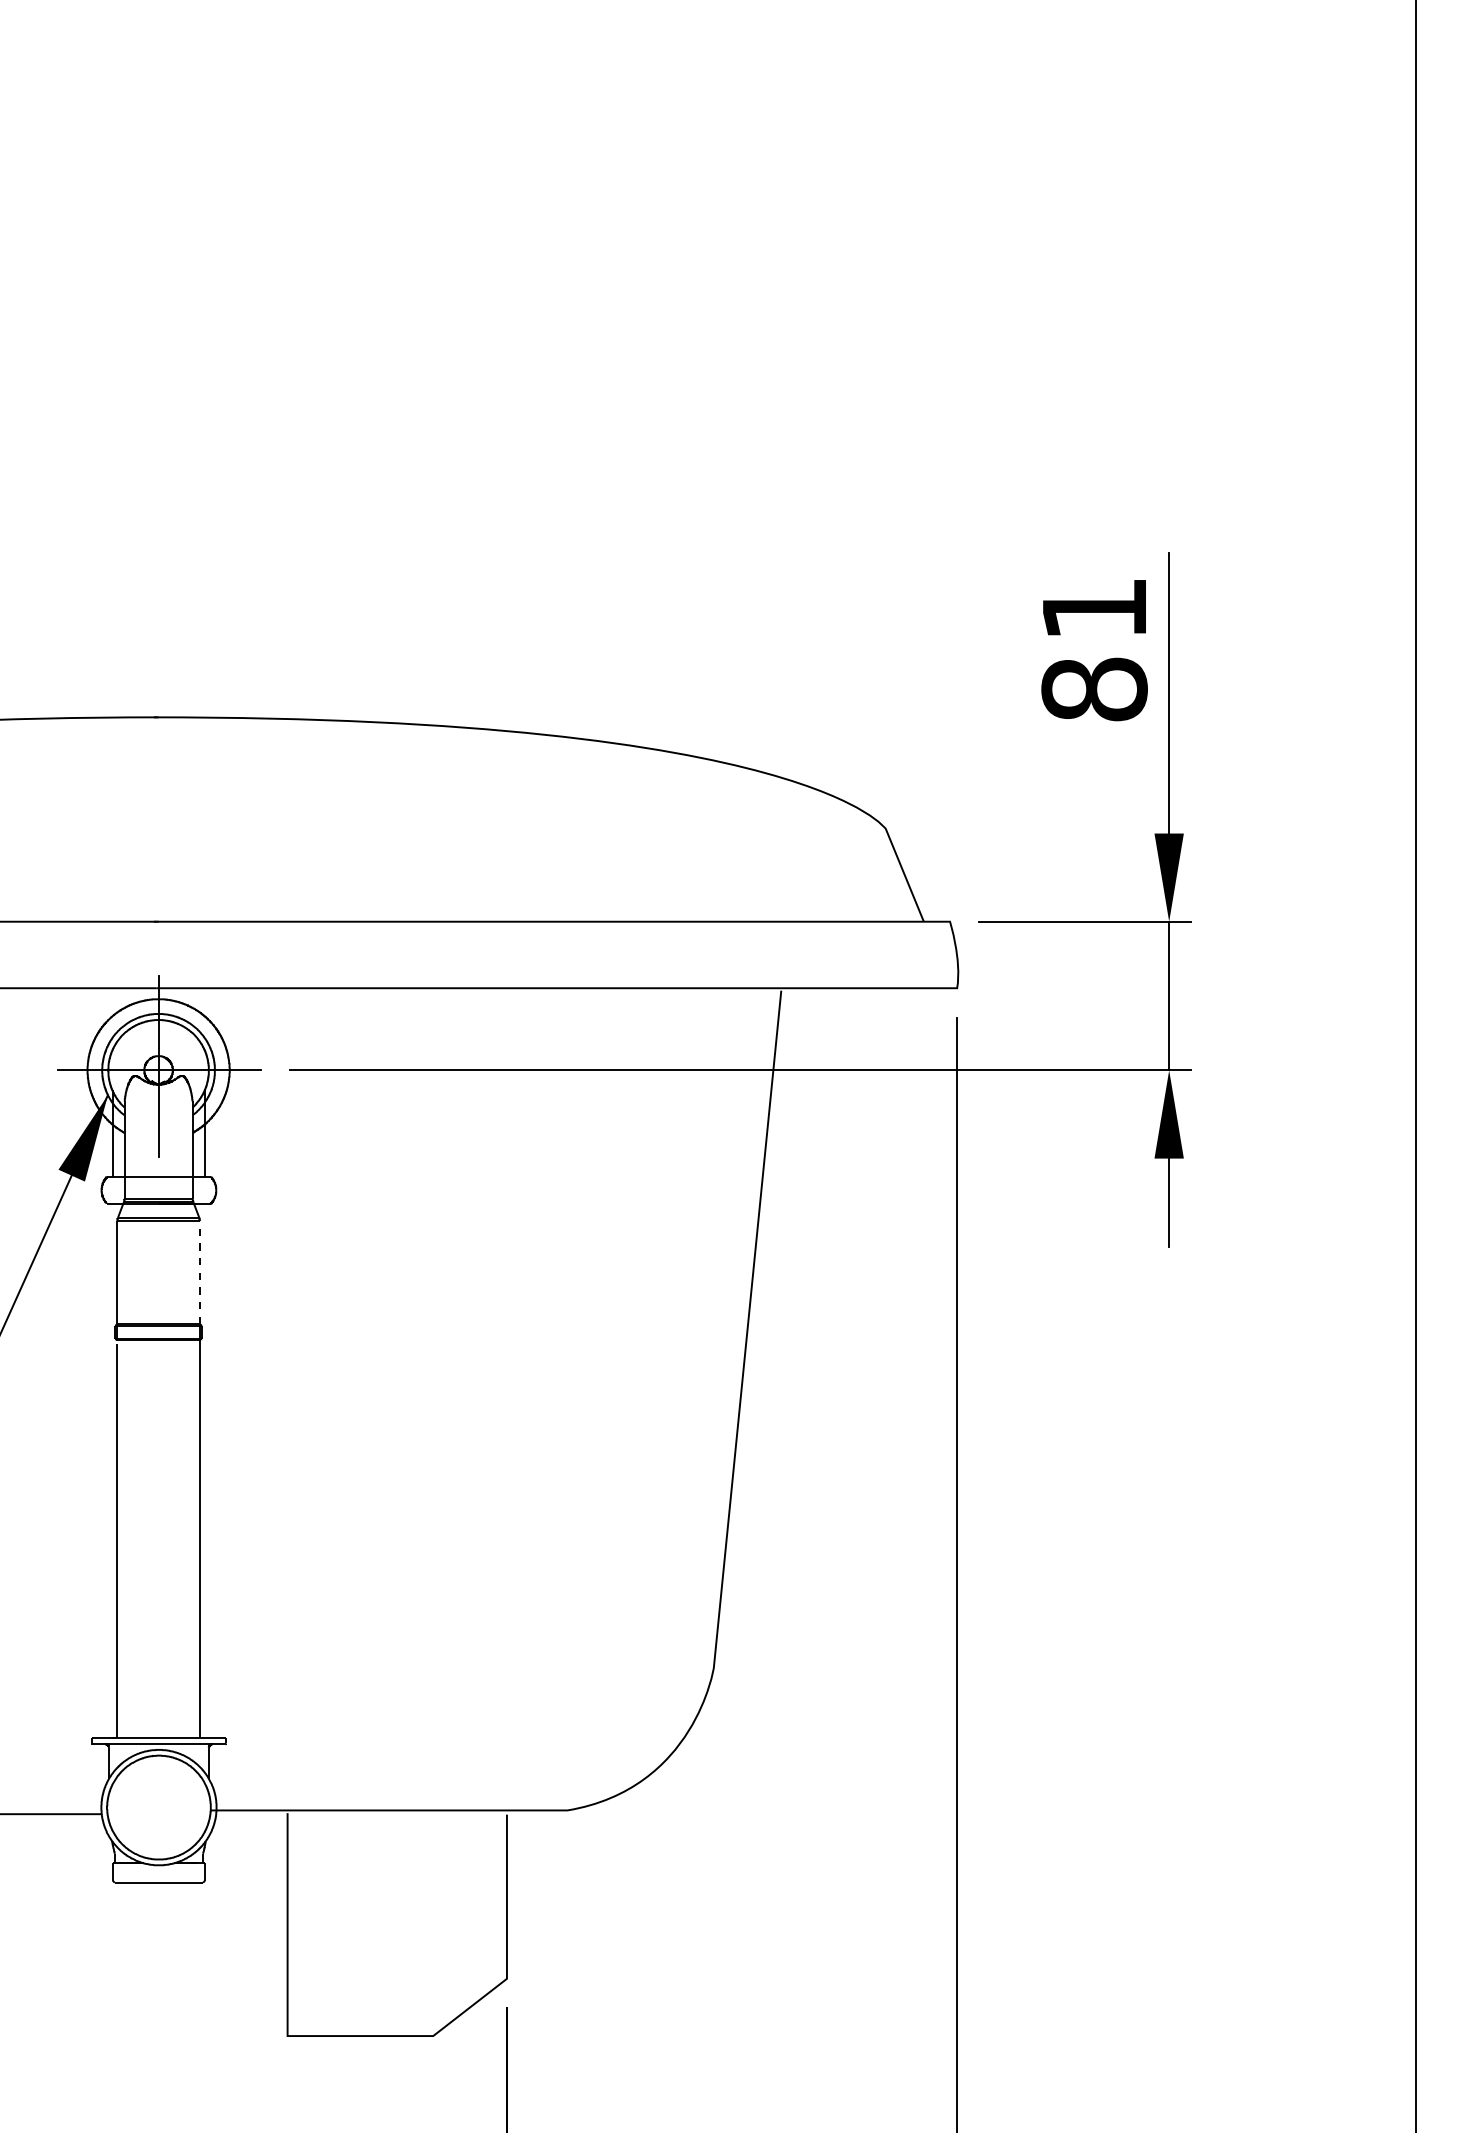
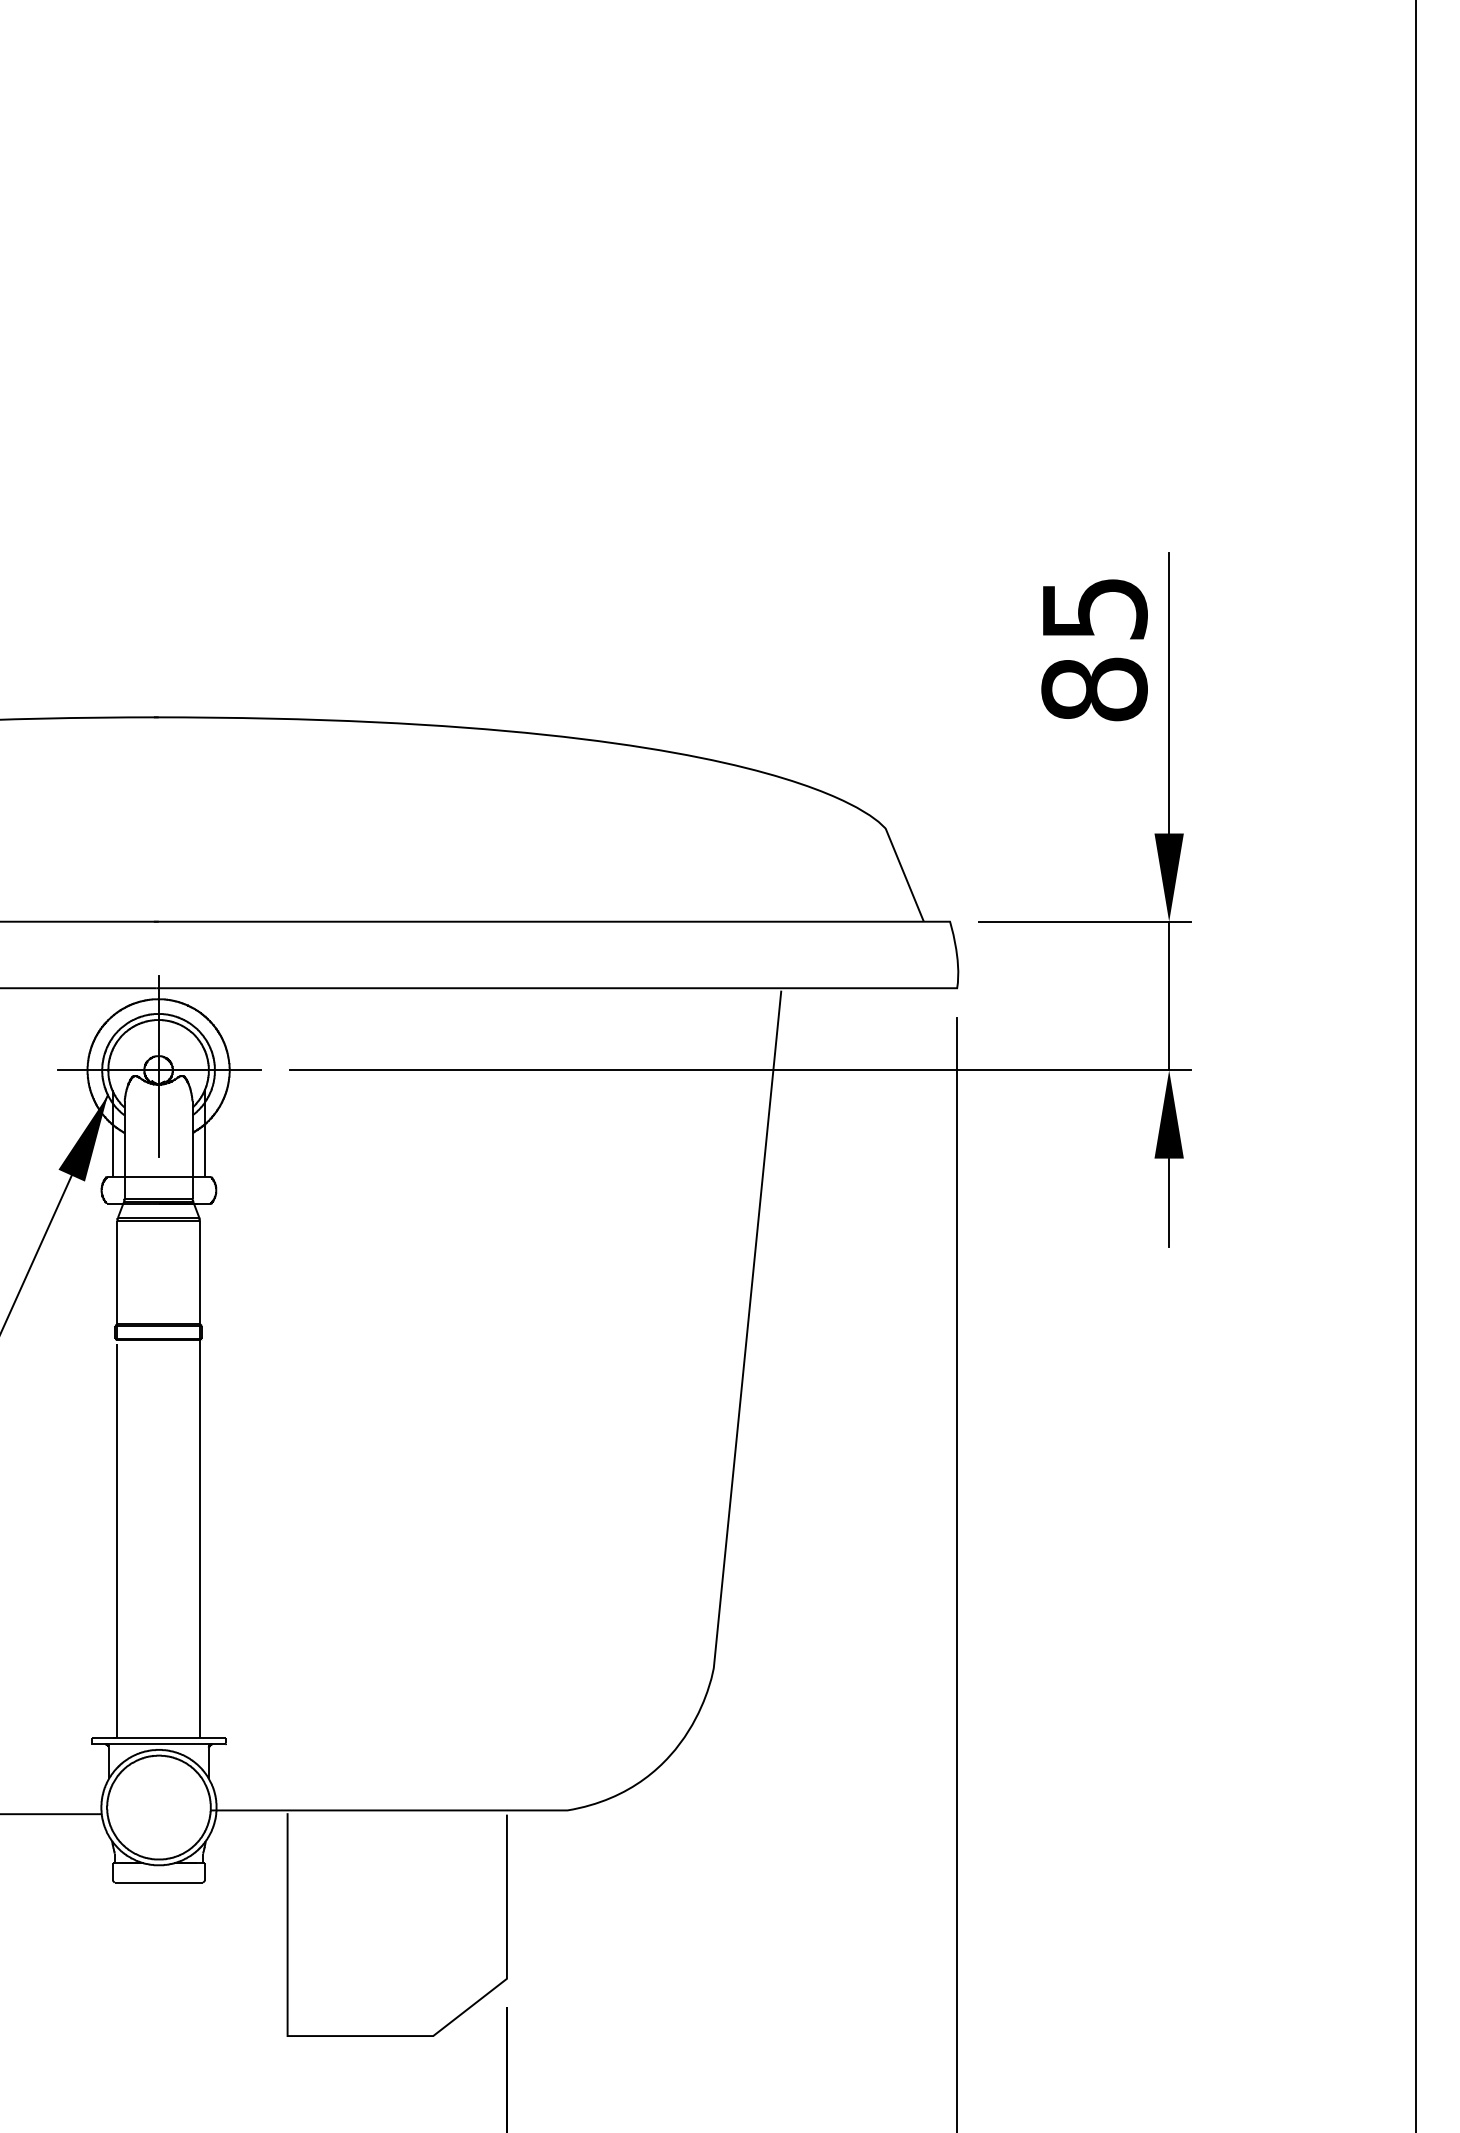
text at (1095, 609): 81 -> 85
line at (199, 1272): dashed -> solid
